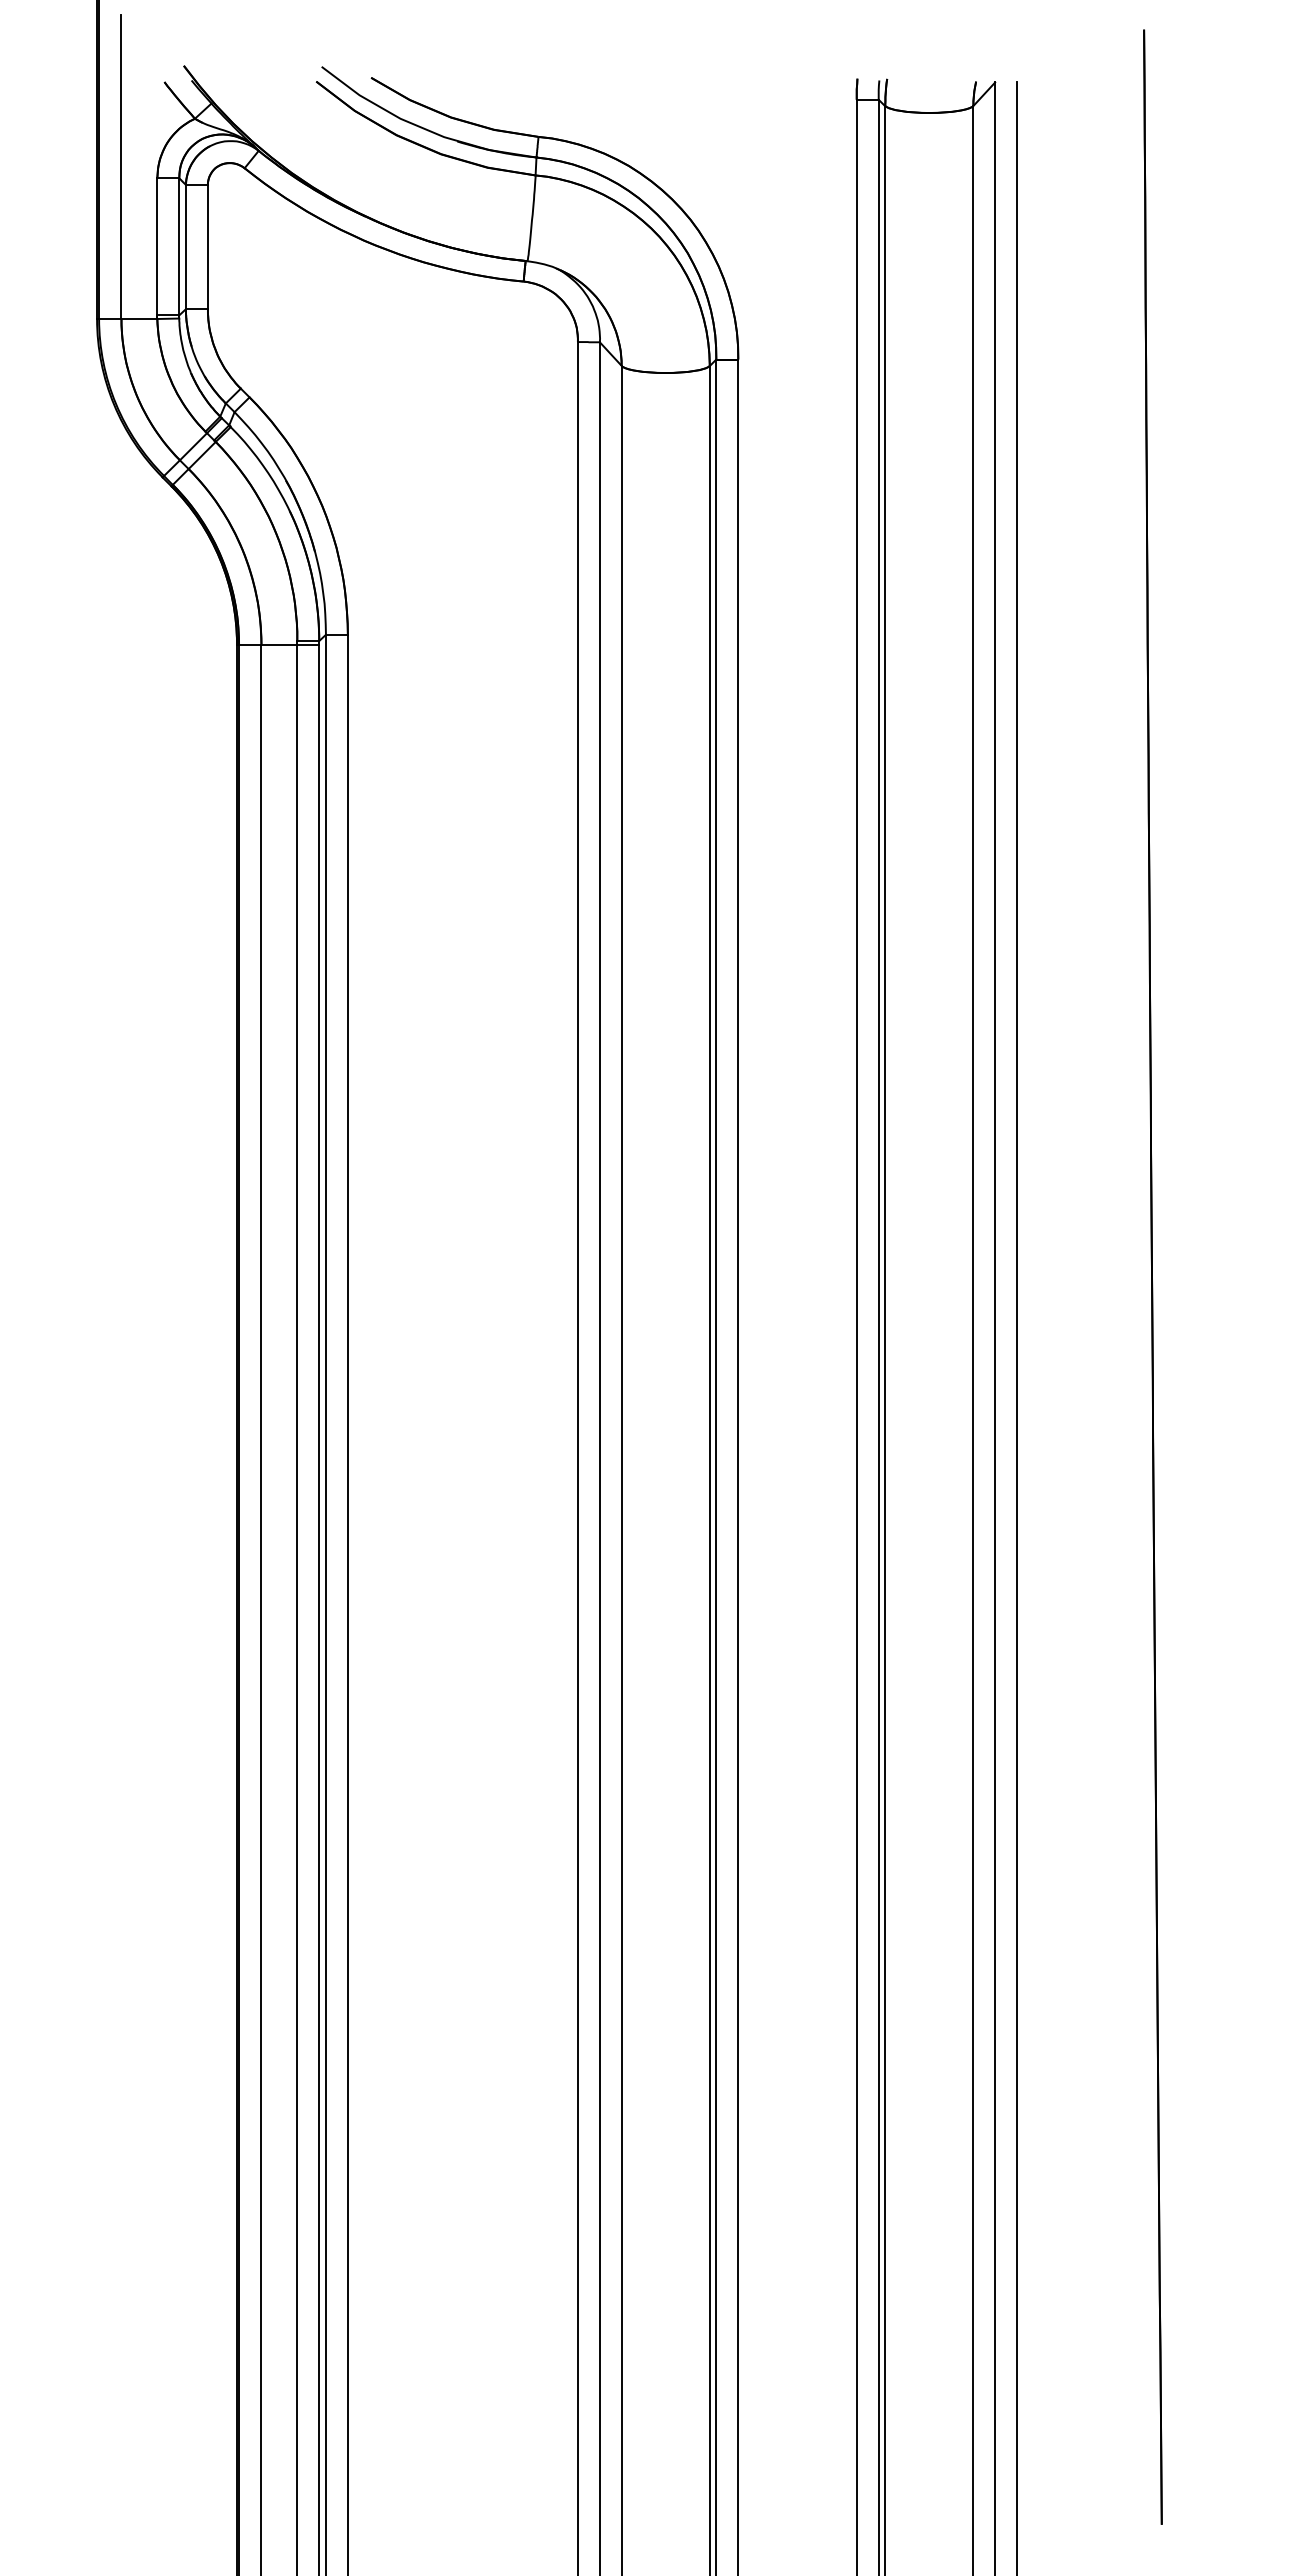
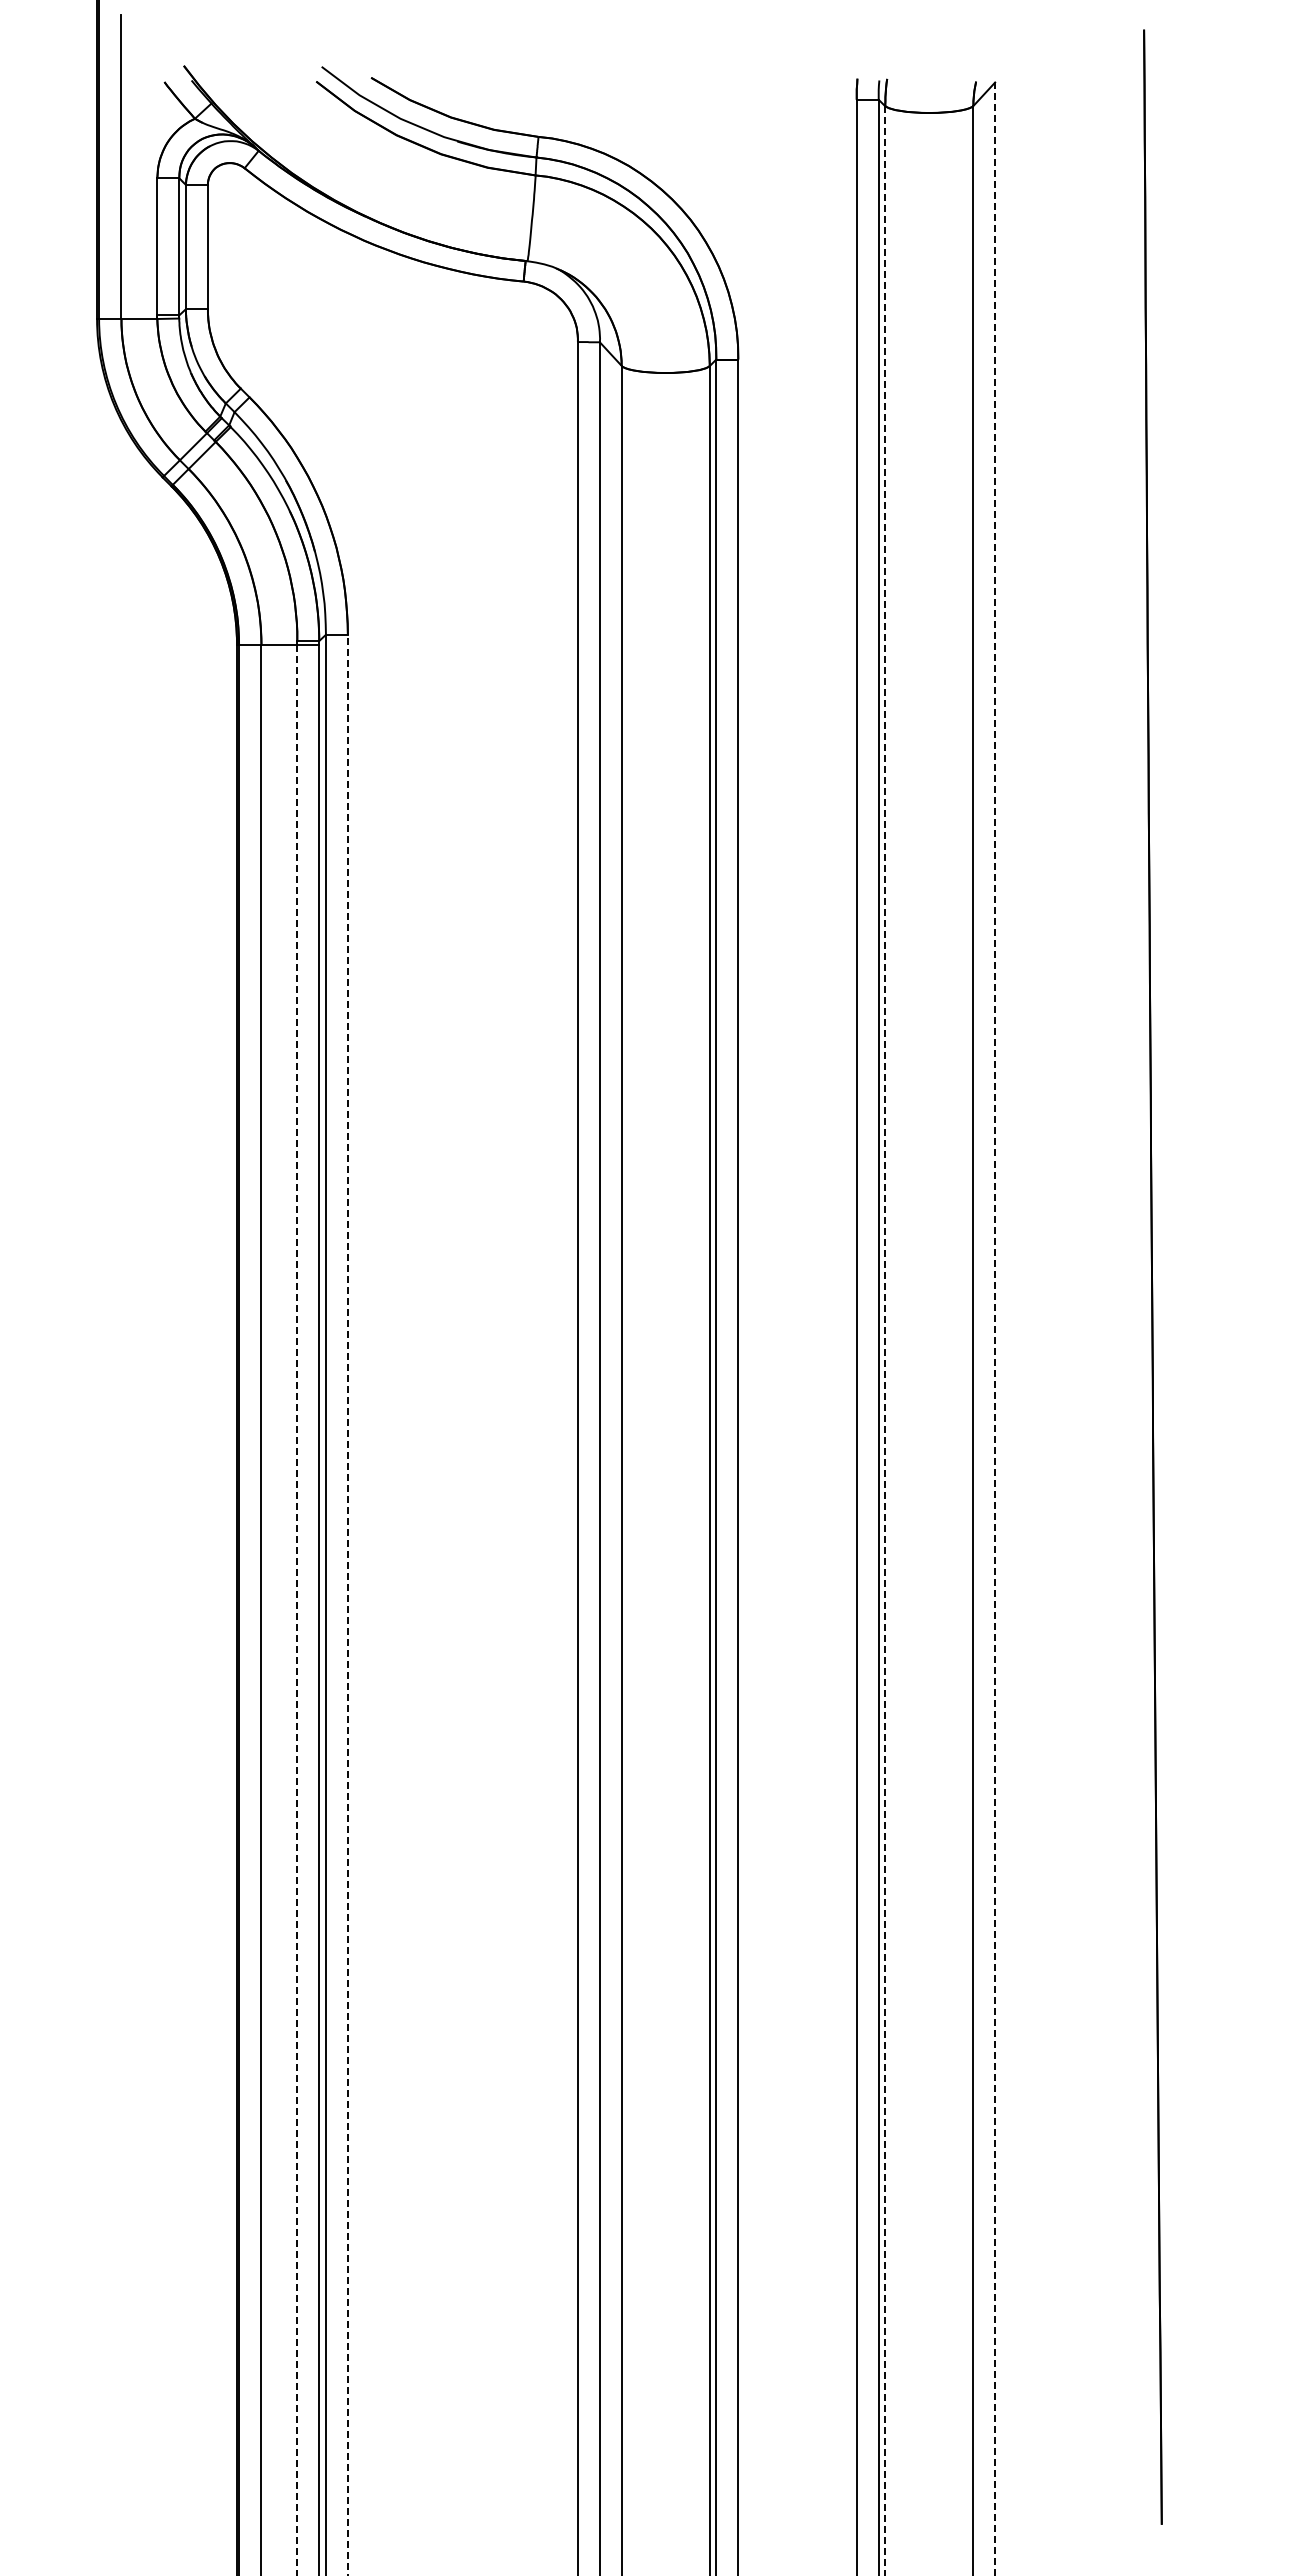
line at (1017, 1327): present -> none
line at (995, 1329): solid -> dashed
line at (885, 1340): solid -> dashed
line at (347, 1604): solid -> dashed
line at (297, 1610): solid -> dashed
